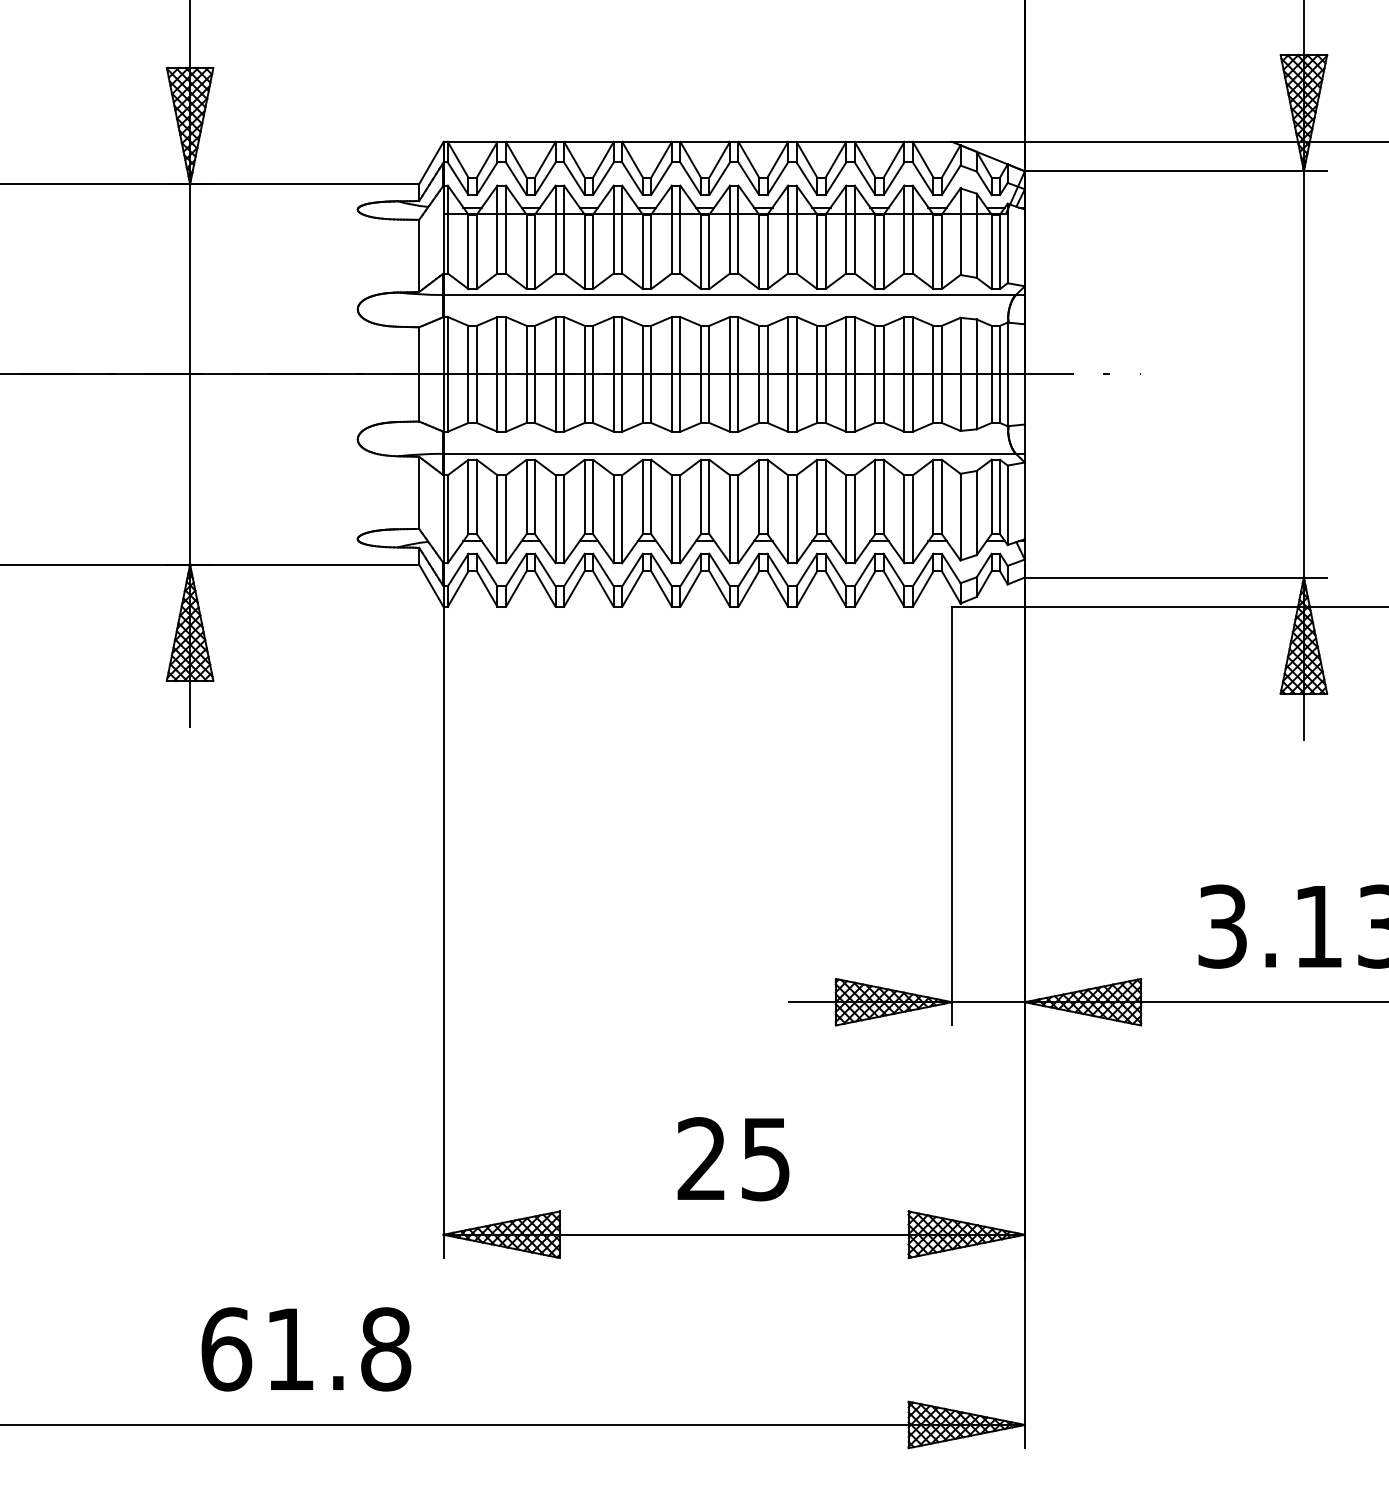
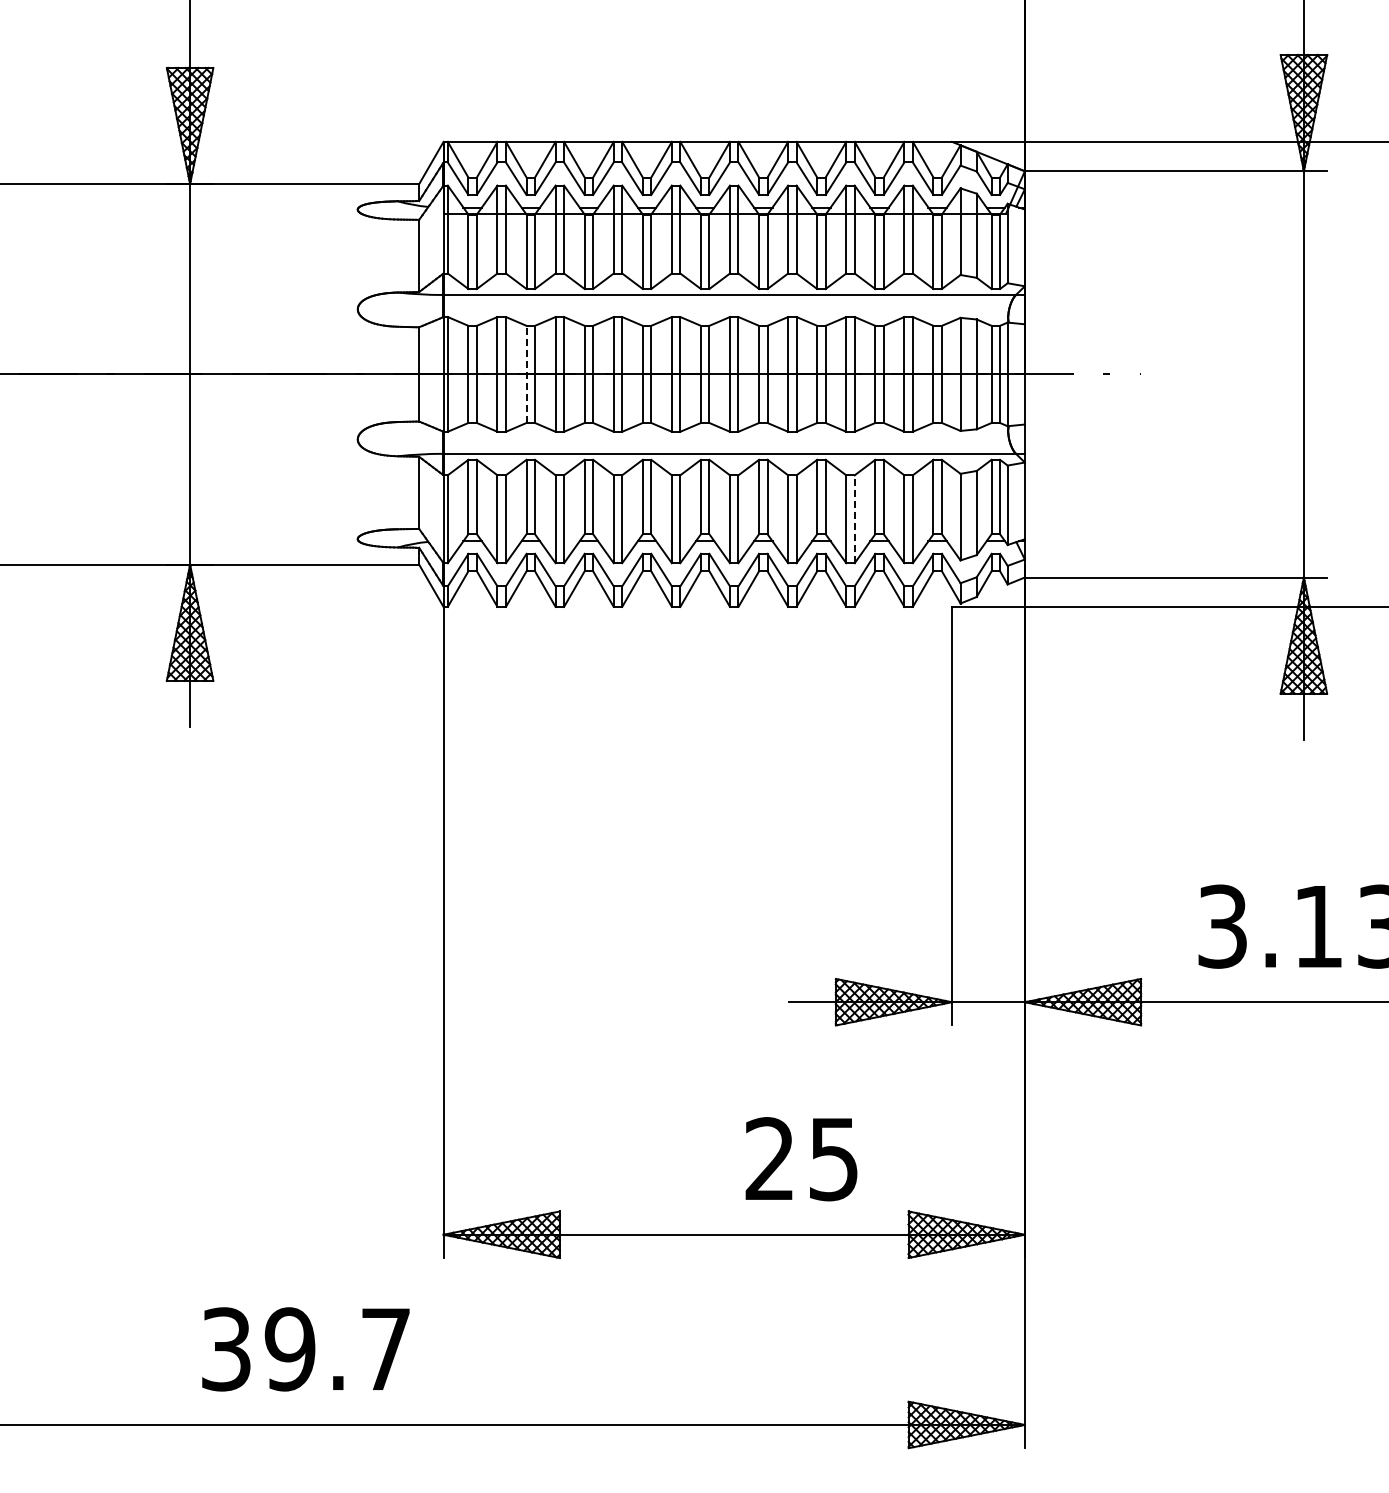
line at (526, 374): solid -> dashed
line at (854, 519): solid -> dashed
text at (733, 1159) position: (733, 1159) -> (801, 1159)
text at (306, 1349): 61.8 -> 39.7
